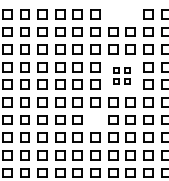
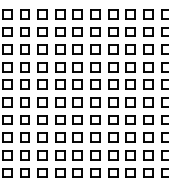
part at (121, 14): none -> present
part at (121, 75) size: 18x18 px -> 28x28 px
part at (95, 119): none -> present
